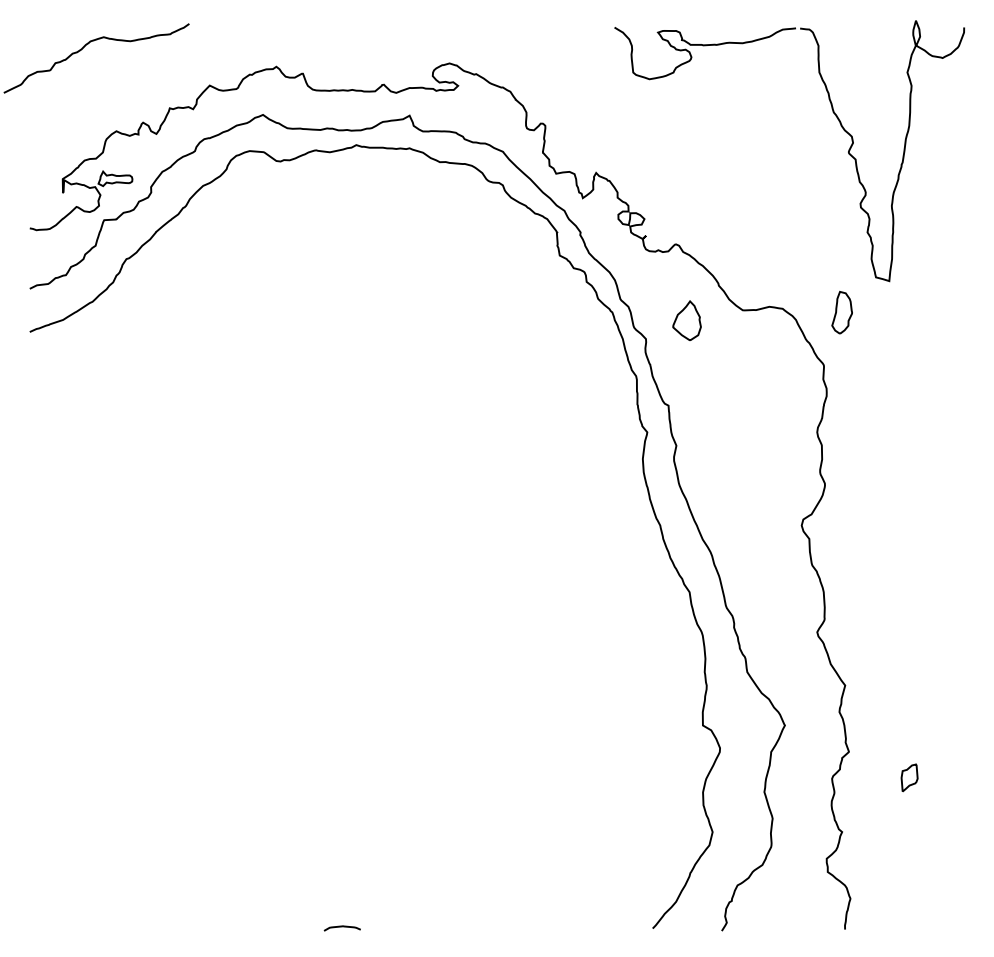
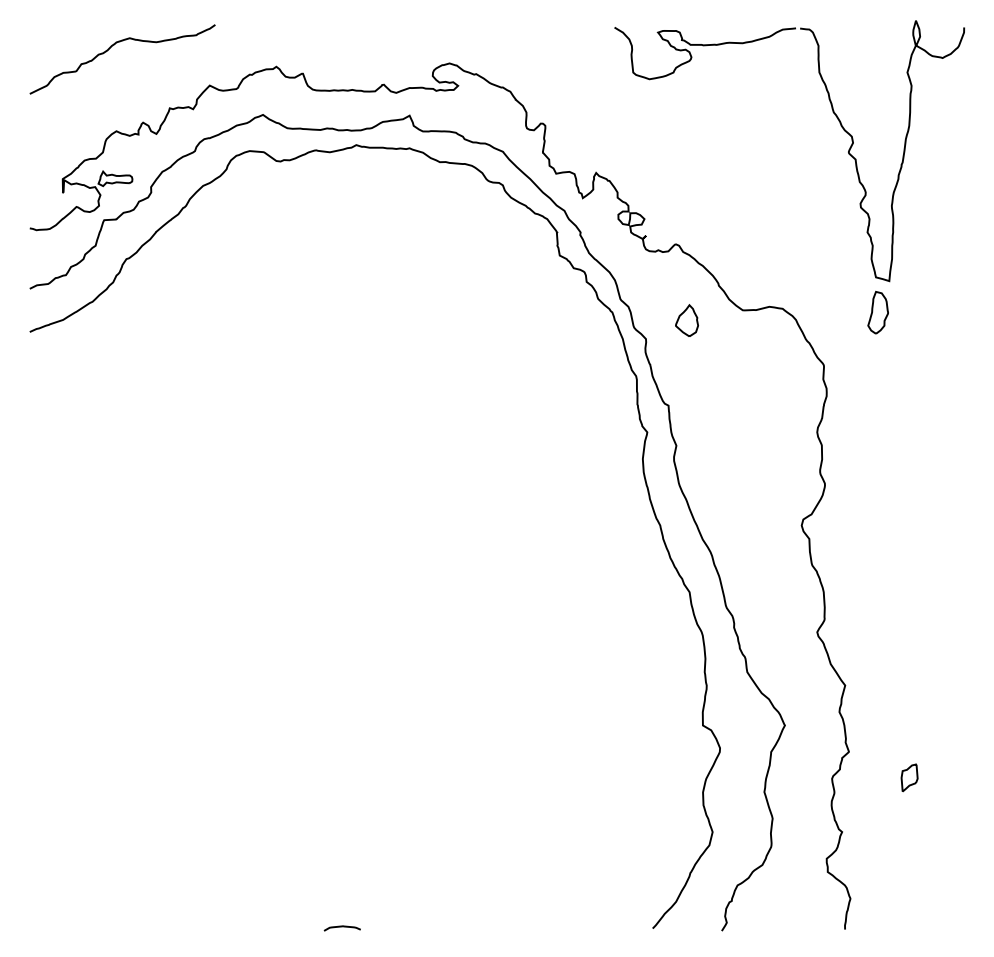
curve at (88, 44) position: (88, 44) -> (114, 45)
part at (841, 312) position: (841, 312) -> (877, 312)
part at (686, 320) size: 30x41 px -> 24x33 px
